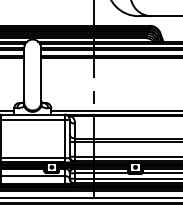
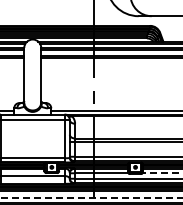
line at (162, 173): solid -> dashed
line at (91, 197): solid -> dashed
